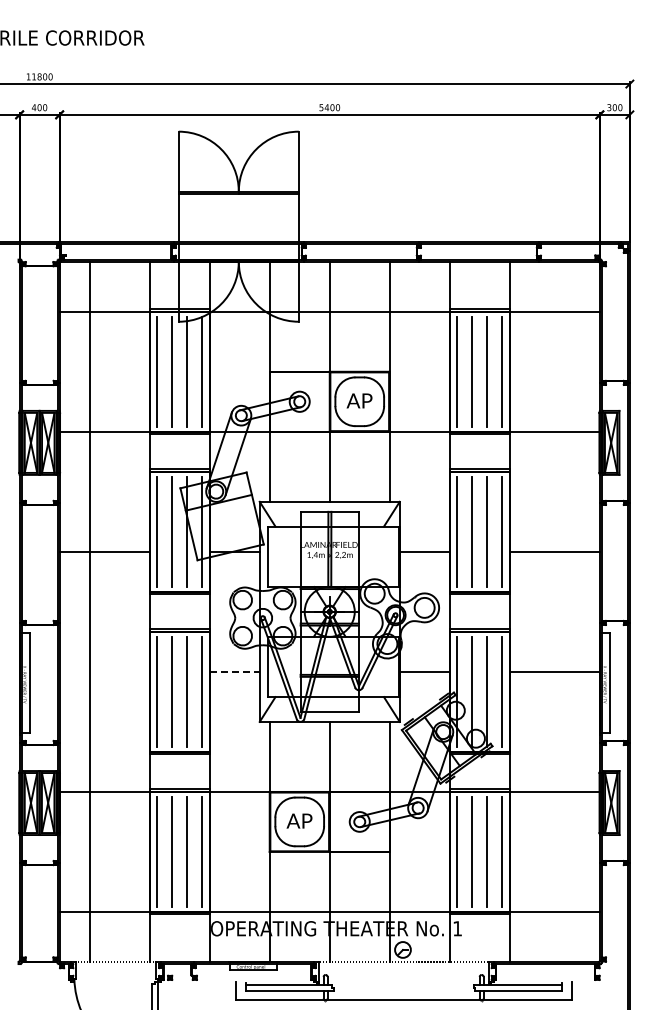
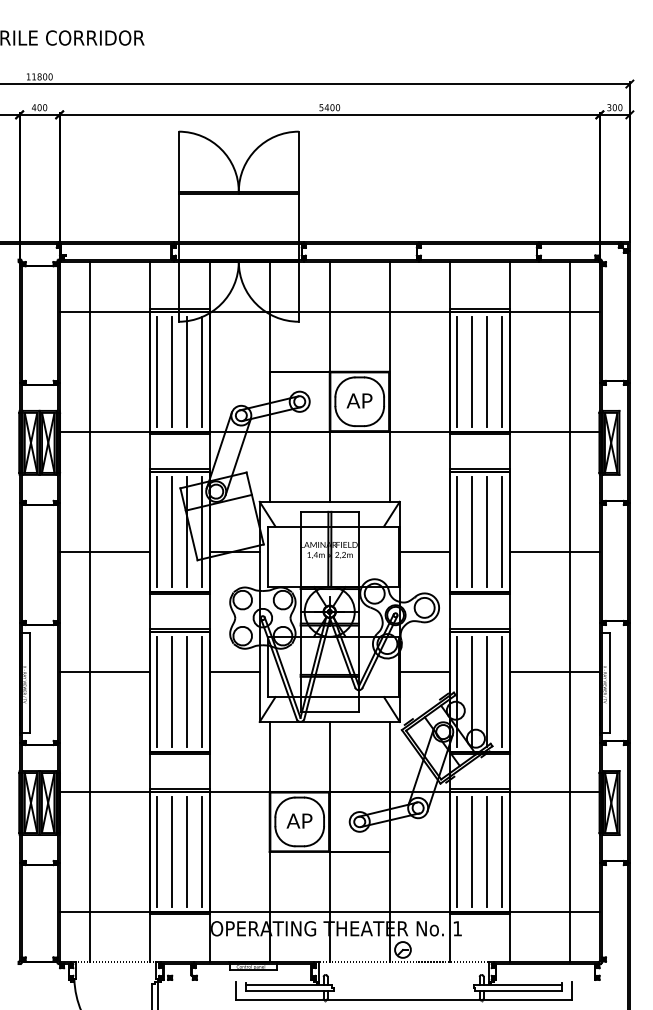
line at (569, 611): none -> present
line at (104, 671): none -> present
line at (235, 671): dashed -> solid
